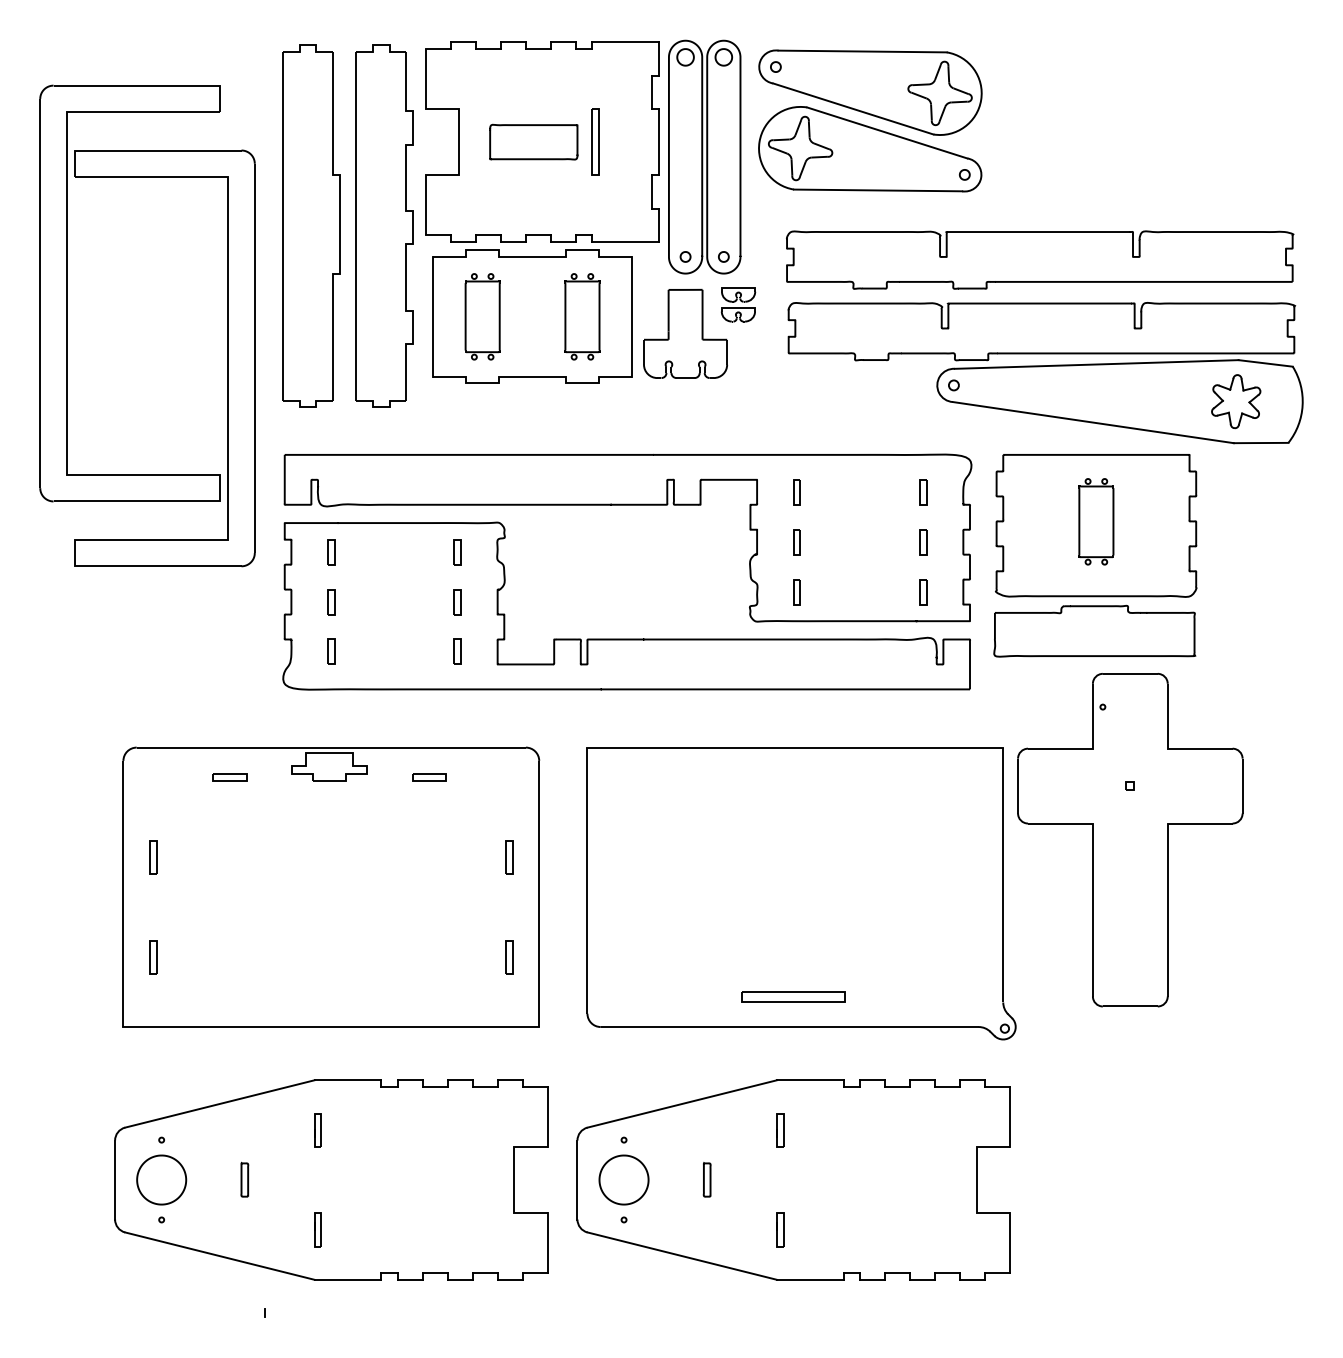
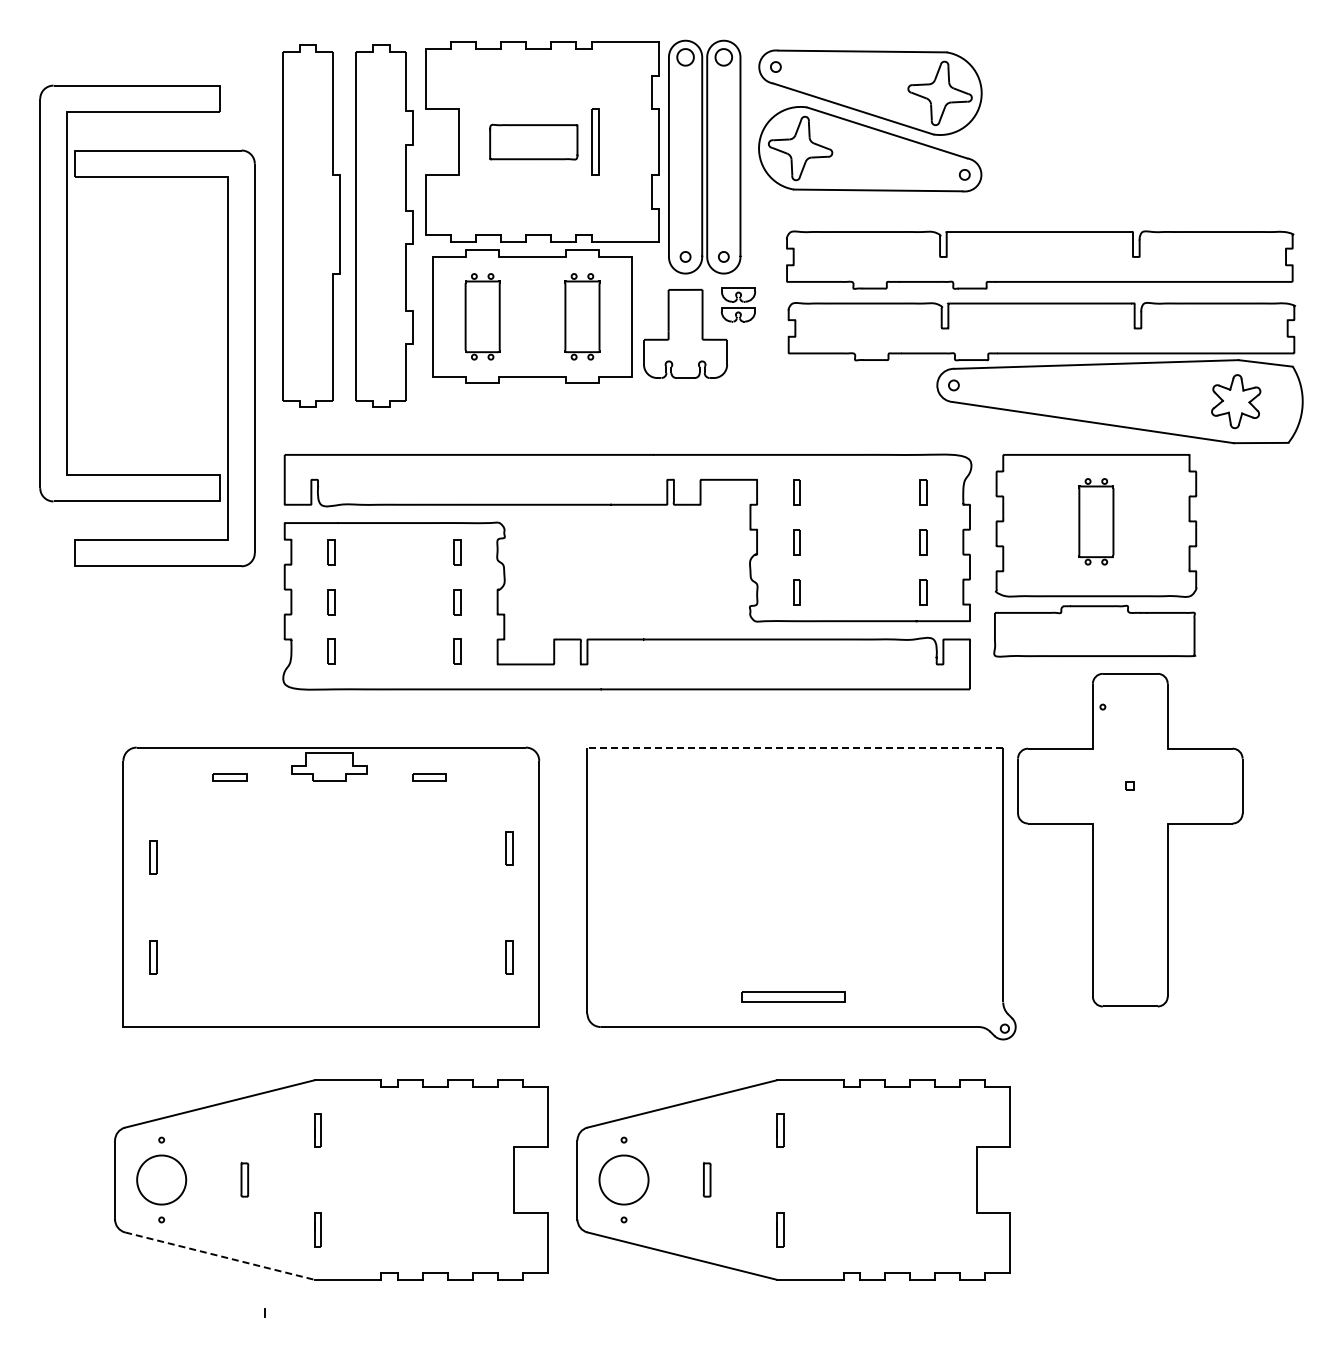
line at (795, 747): solid -> dashed
part at (509, 857) position: (509, 857) -> (509, 848)
line at (219, 1256): solid -> dashed
